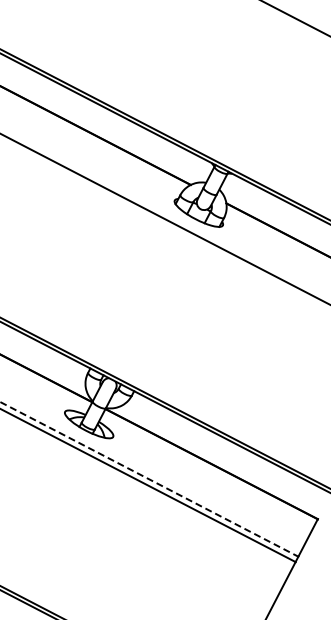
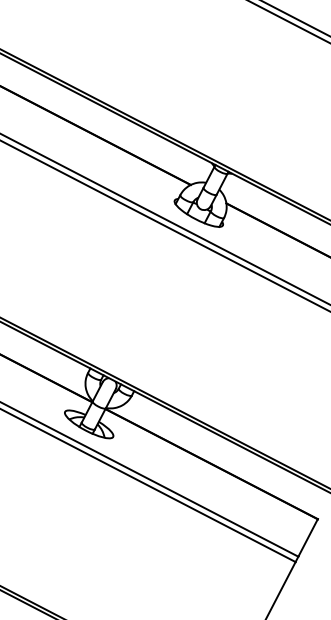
line at (289, 21): none -> present
line at (164, 225): none -> present
line at (149, 479): dashed -> solid
